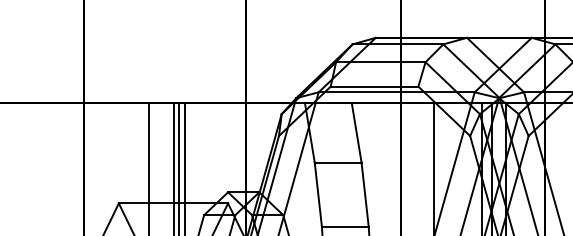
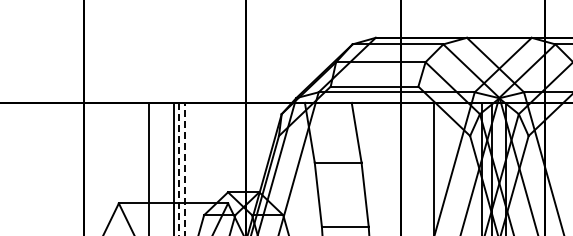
line at (184, 168): solid -> dashed
line at (178, 169): solid -> dashed
